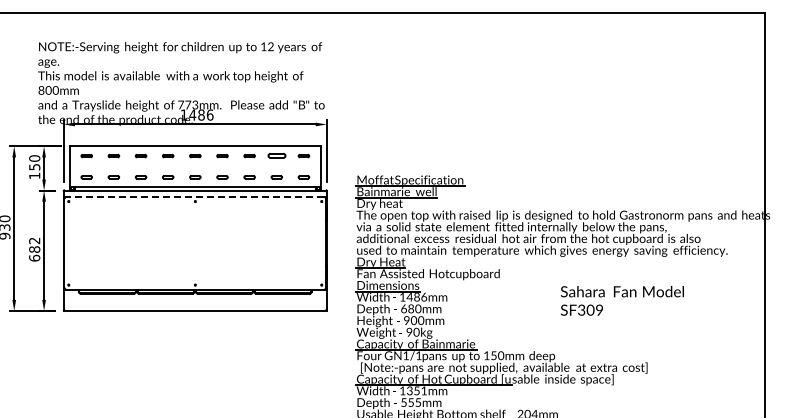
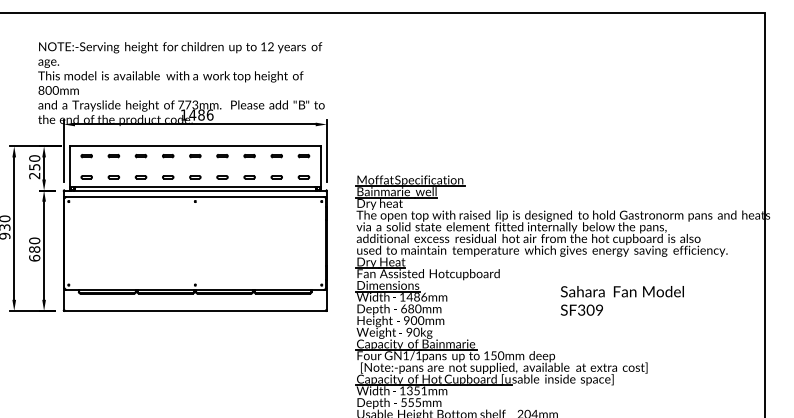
part at (276, 155) size: 20x6 px -> 13x5 px
text at (34, 175): 150 -> 250
line at (194, 197): dashed -> solid
text at (34, 240): 682 -> 680
